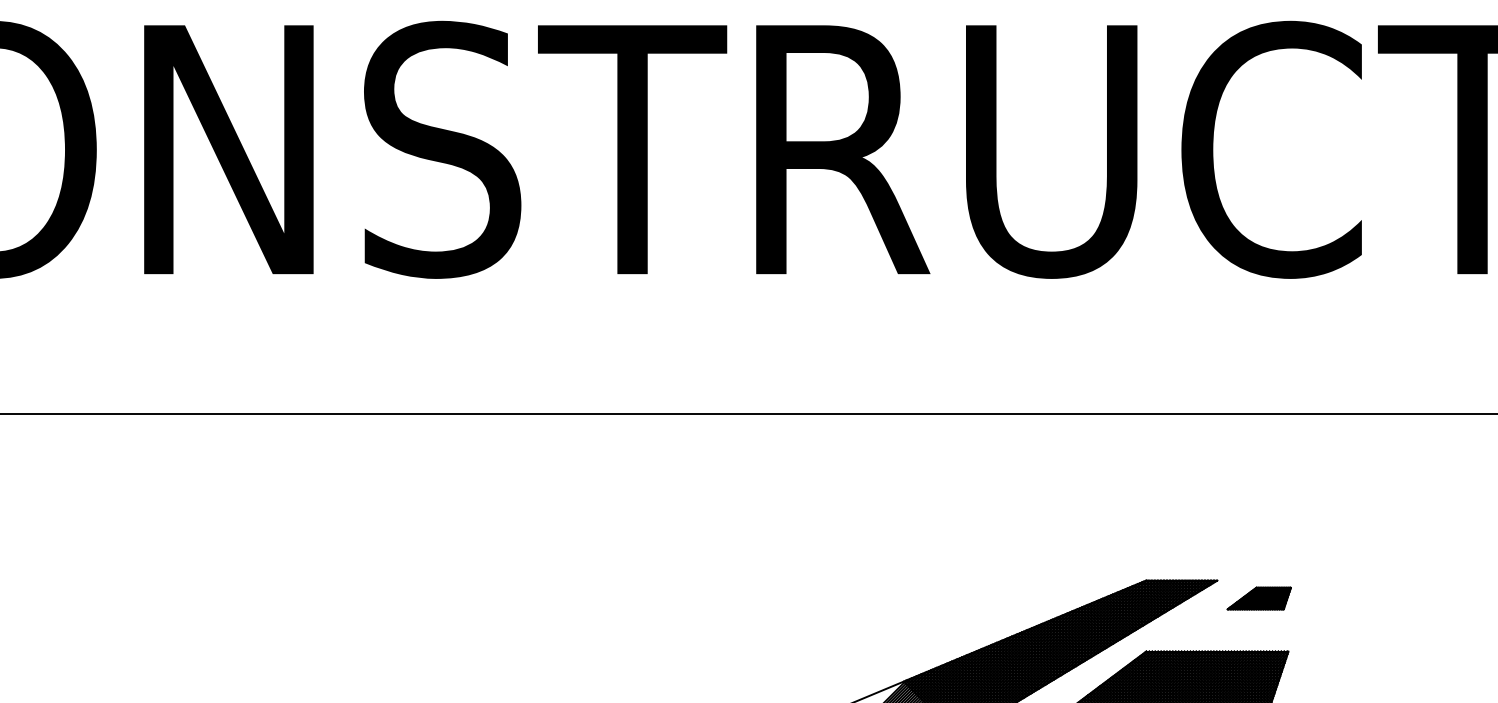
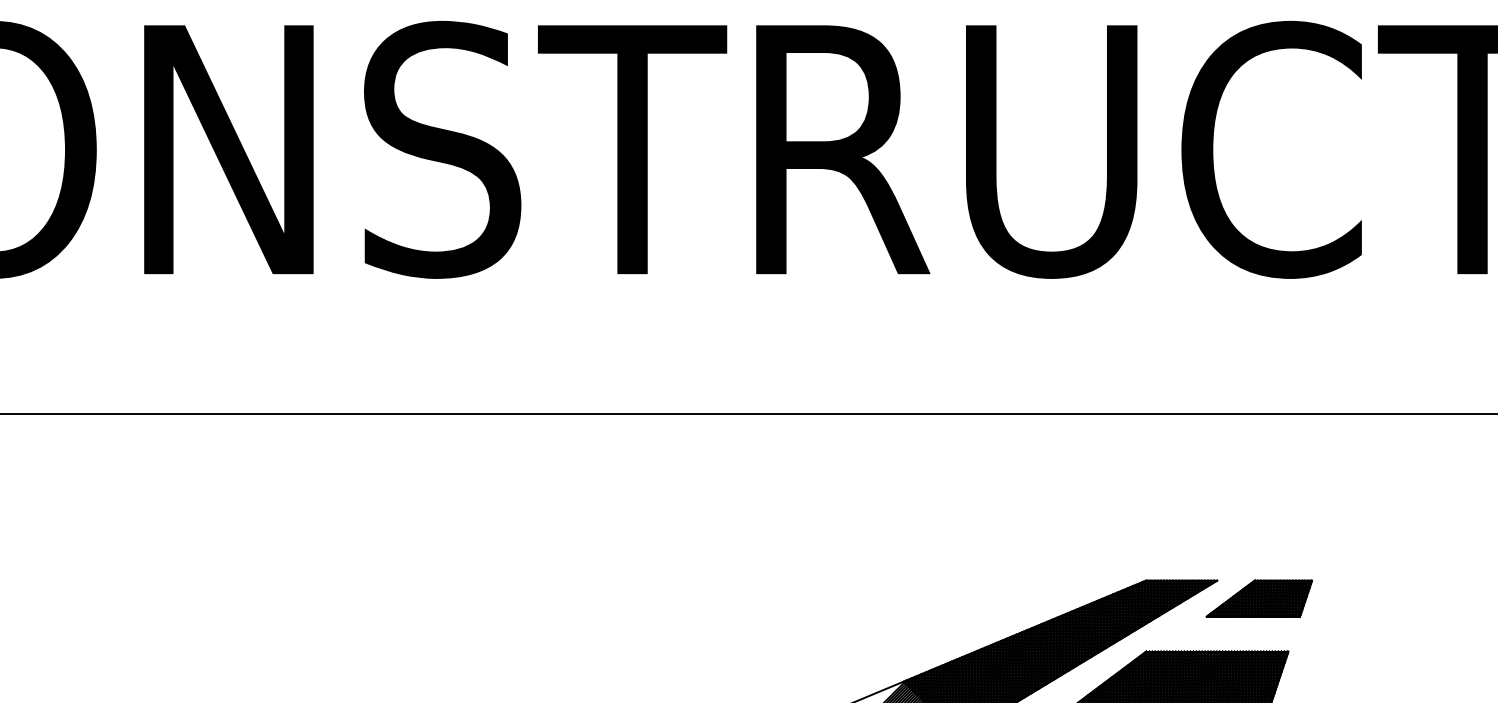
part at (1258, 598) size: 66x25 px -> 108x39 px
